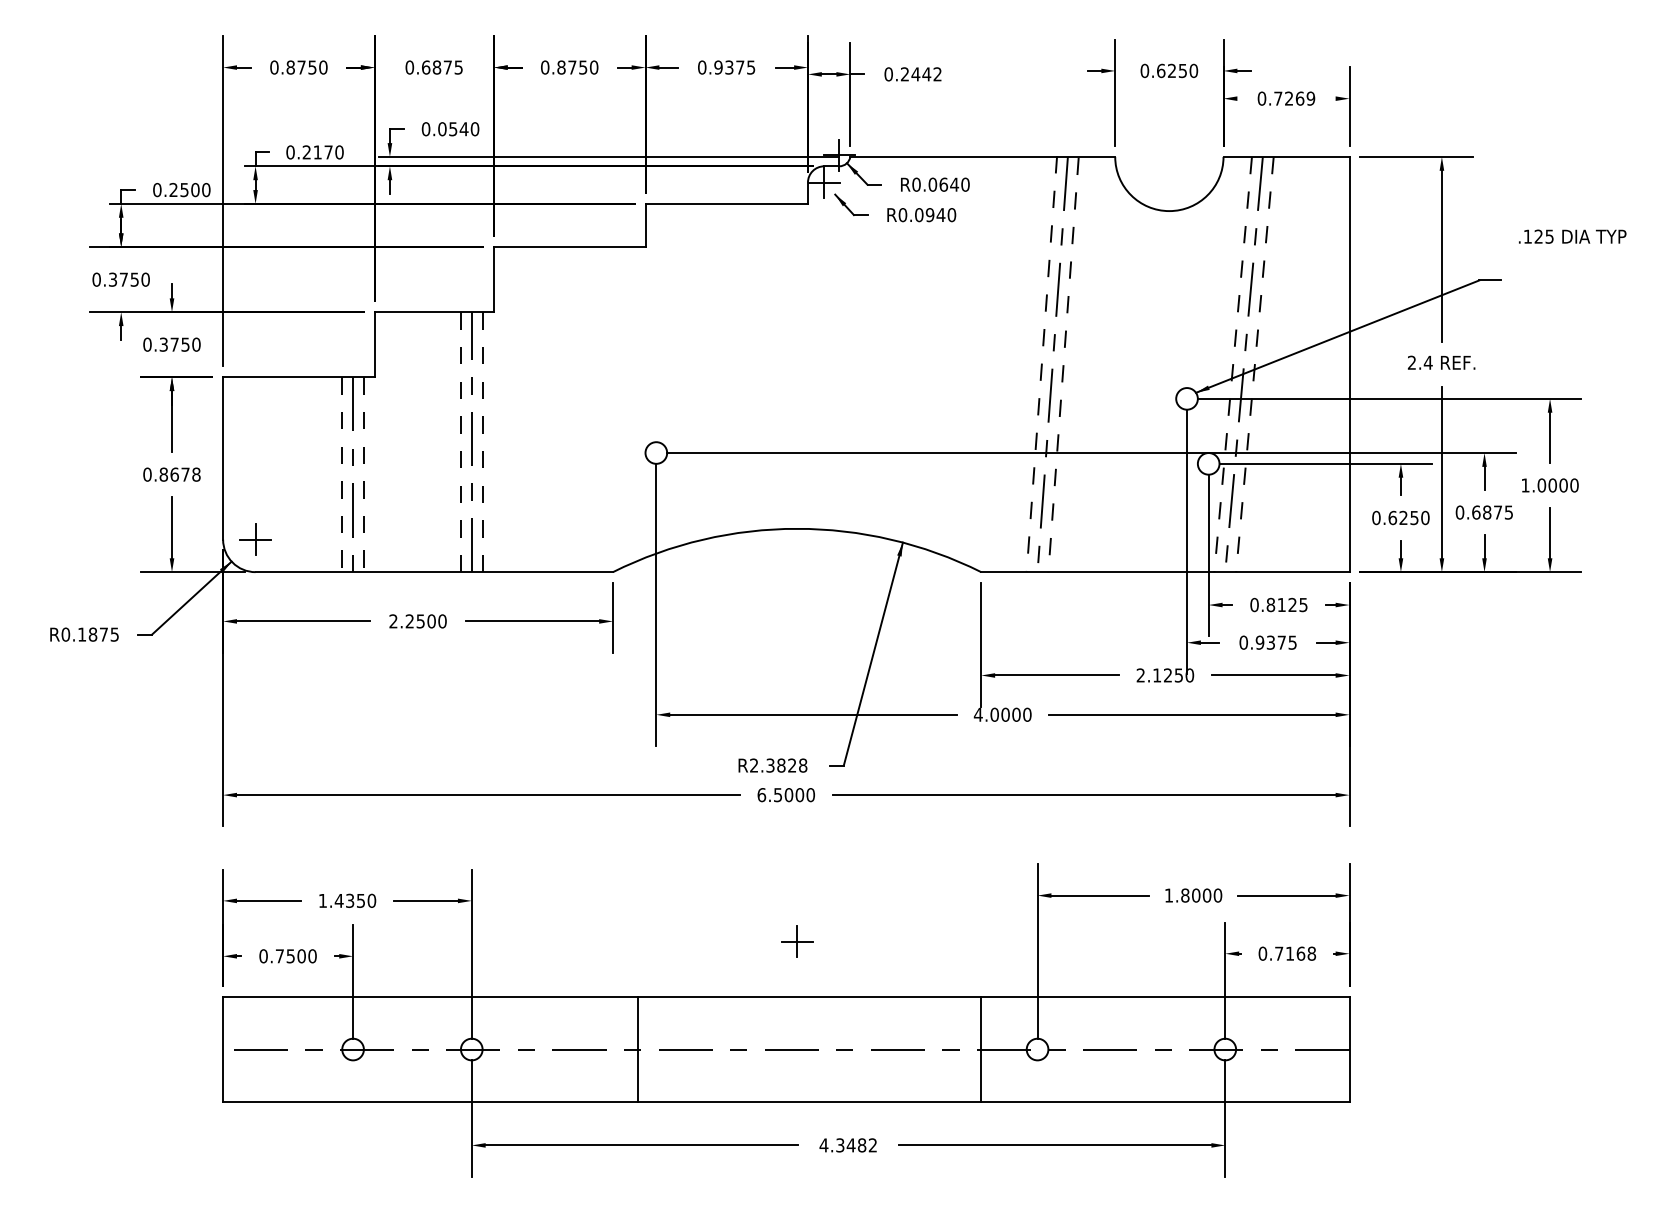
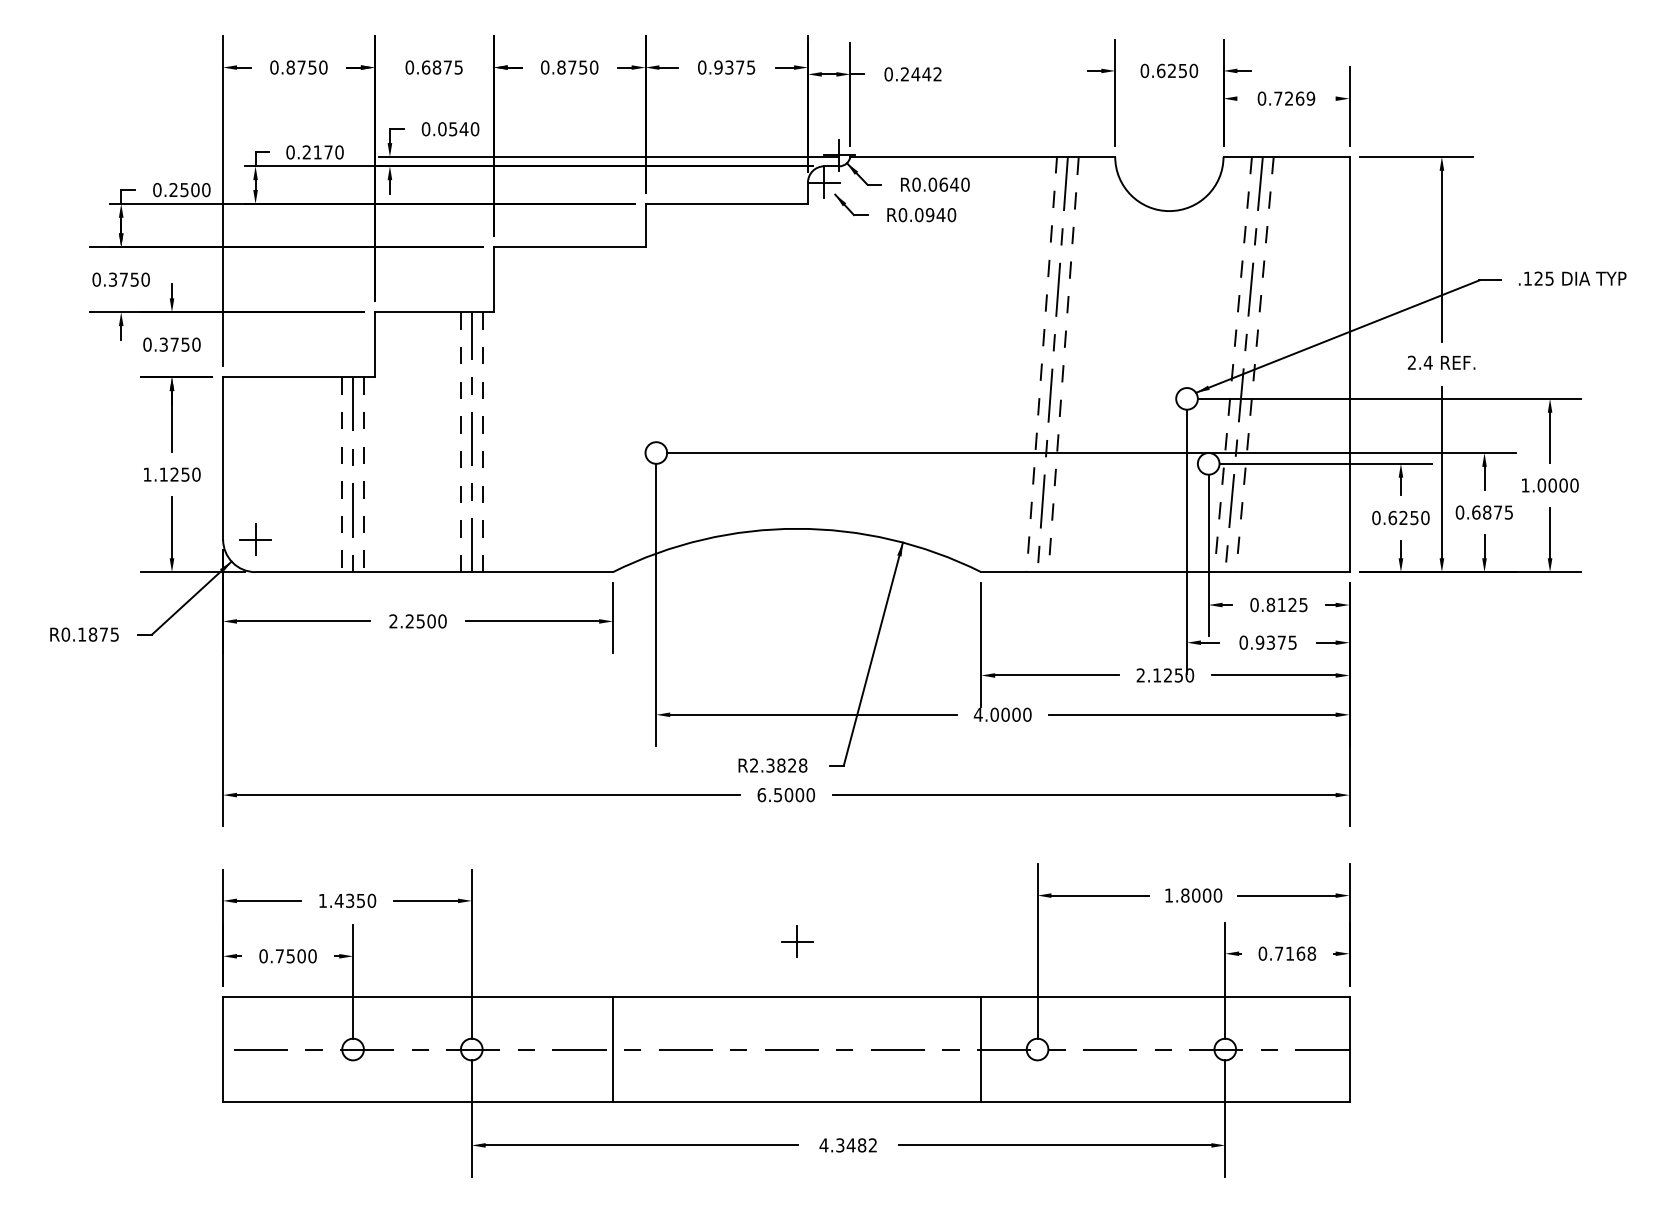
text at (1572, 236) position: (1572, 236) -> (1572, 278)
text at (171, 474): 0.8678 -> 1.1250
line at (638, 1049) position: (638, 1049) -> (613, 1049)
